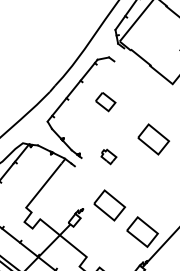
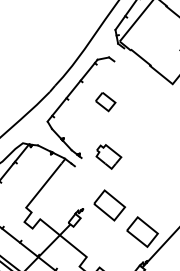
line at (156, 132): present -> none
part at (108, 156) size: 18x18 px -> 28x26 px
